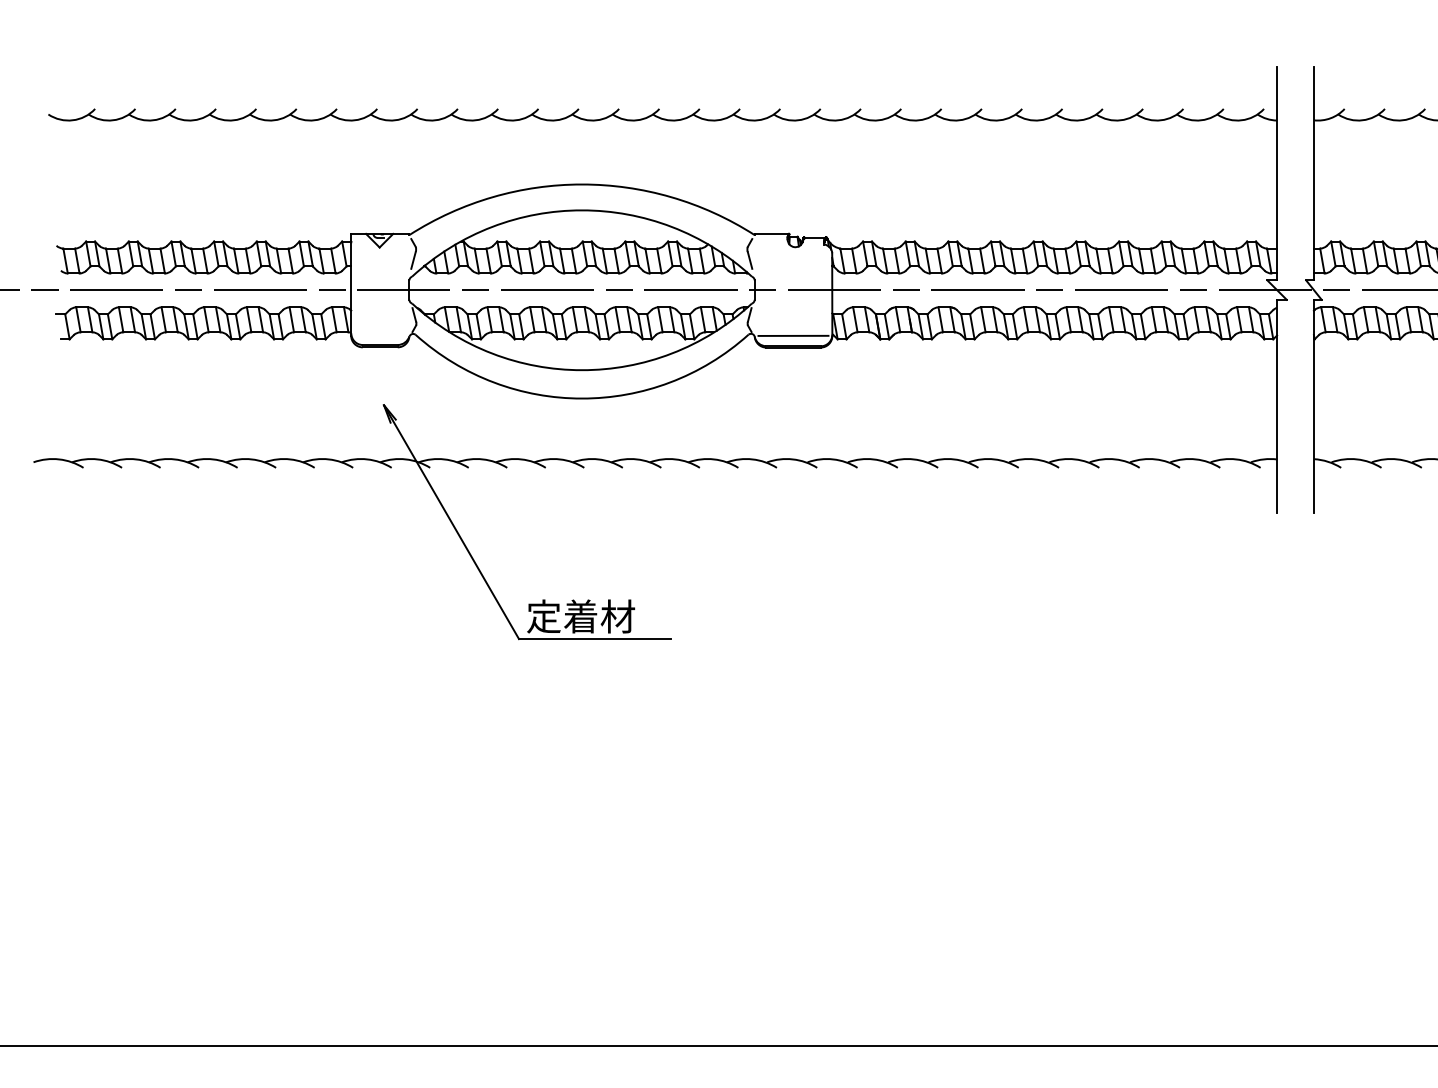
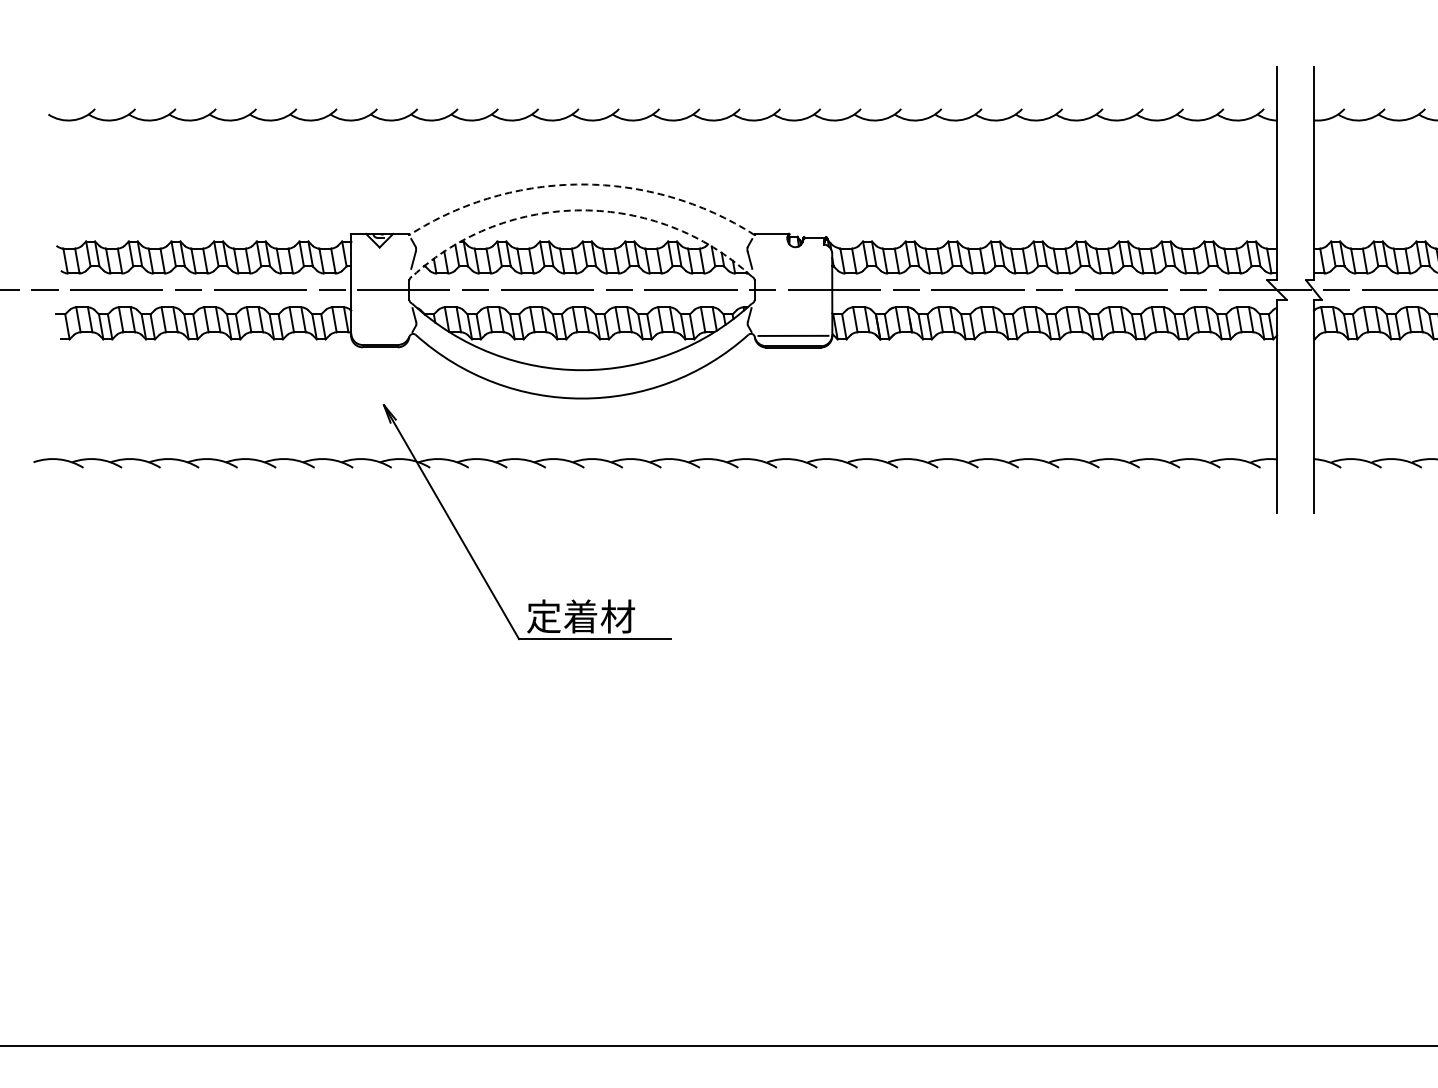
arc at (582, 184): solid -> dashed
arc at (582, 210): solid -> dashed
